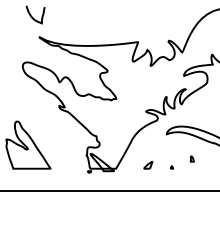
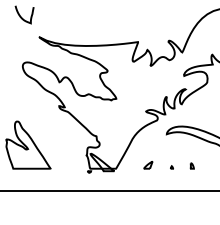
curve at (32, 16) position: (32, 16) -> (21, 16)
part at (191, 158) position: (191, 158) -> (191, 165)
